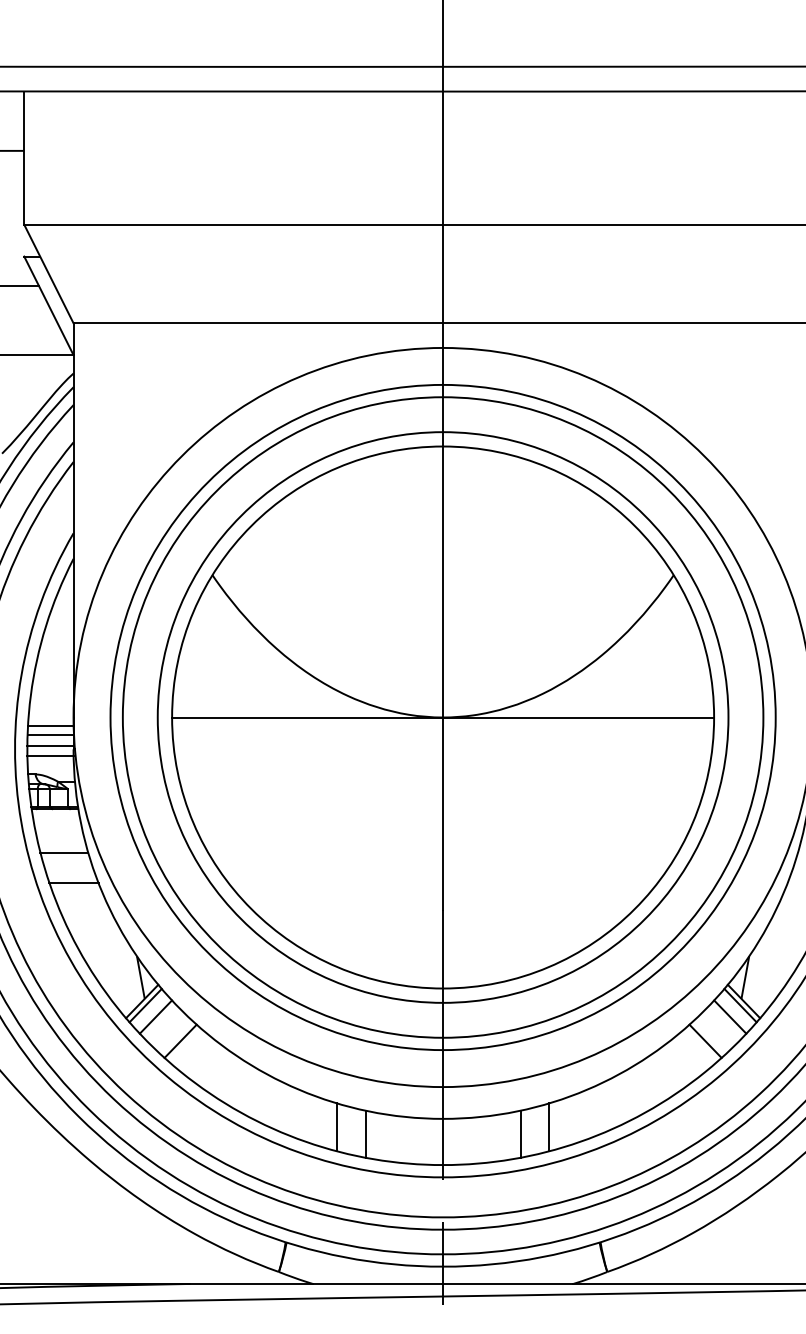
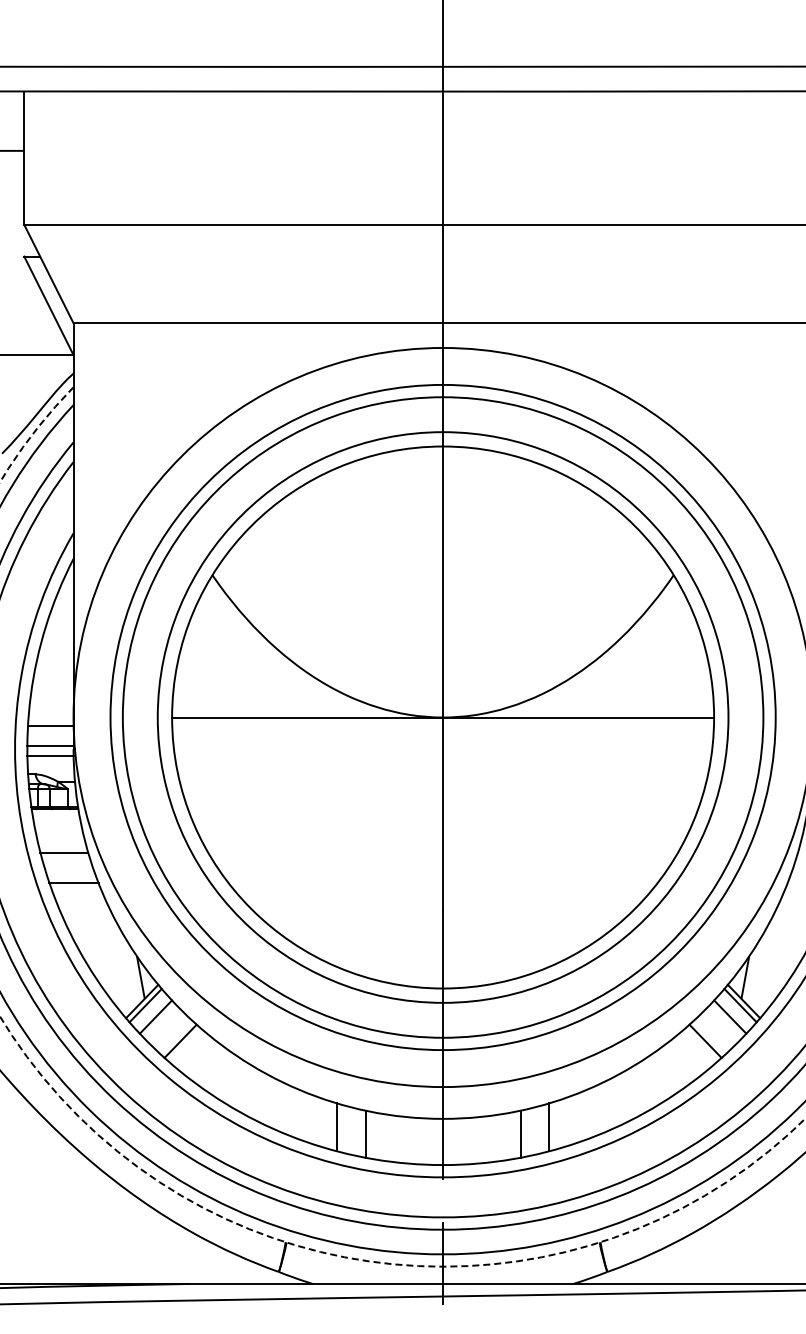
line at (20, 286): present -> none
line at (50, 735): present -> none
arc at (319, 1251): solid -> dashed
